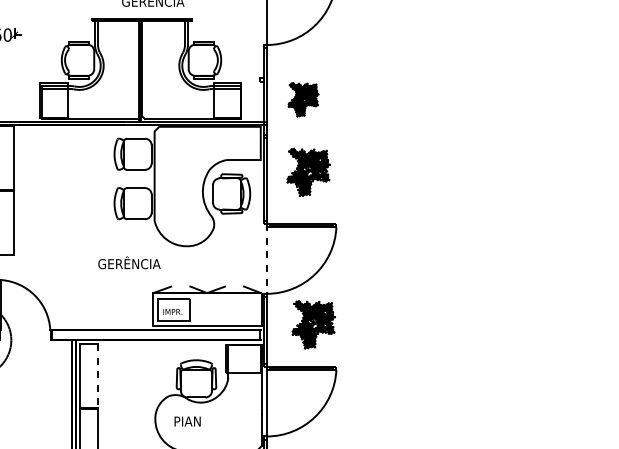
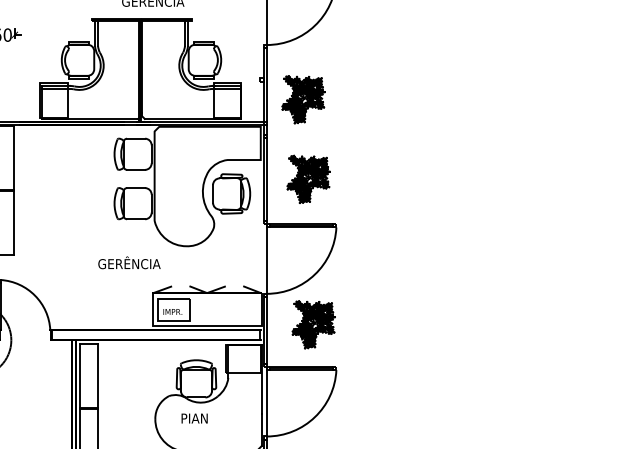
part at (303, 99) size: 33x36 px -> 45x50 px
part at (308, 171) position: (308, 171) -> (308, 178)
line at (266, 259): dashed -> solid
line at (98, 375): dashed -> solid
text at (187, 421) position: (187, 421) -> (194, 418)
